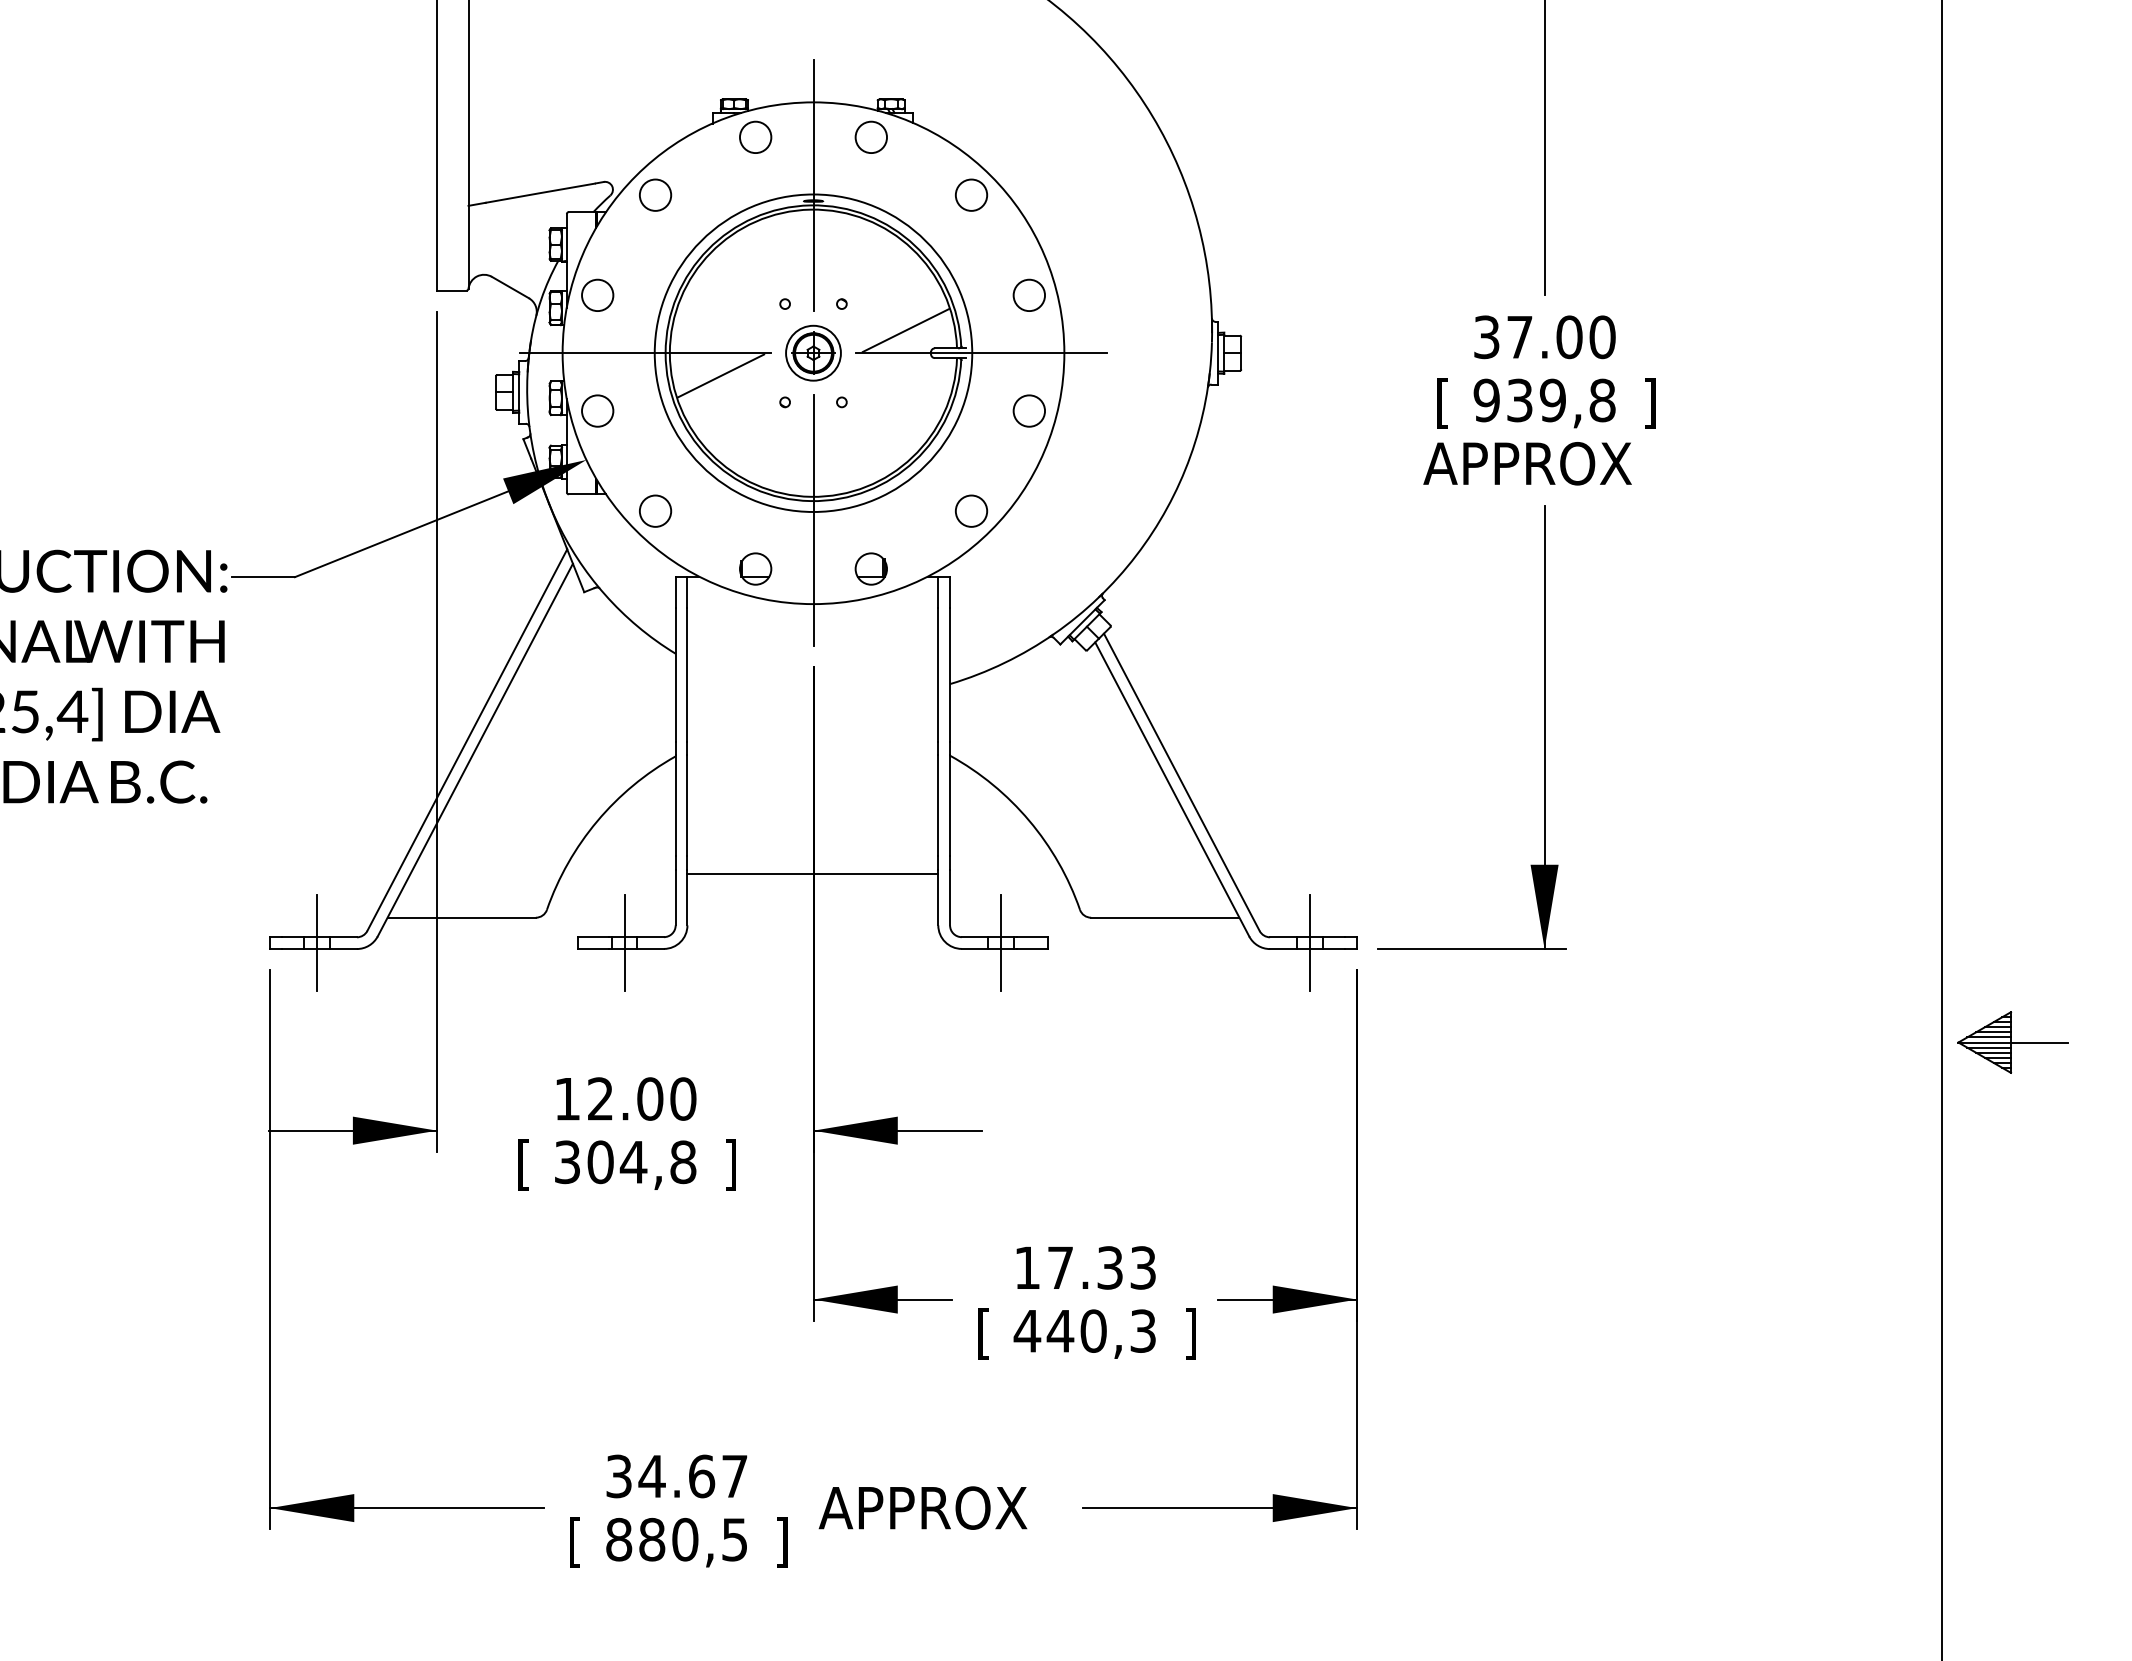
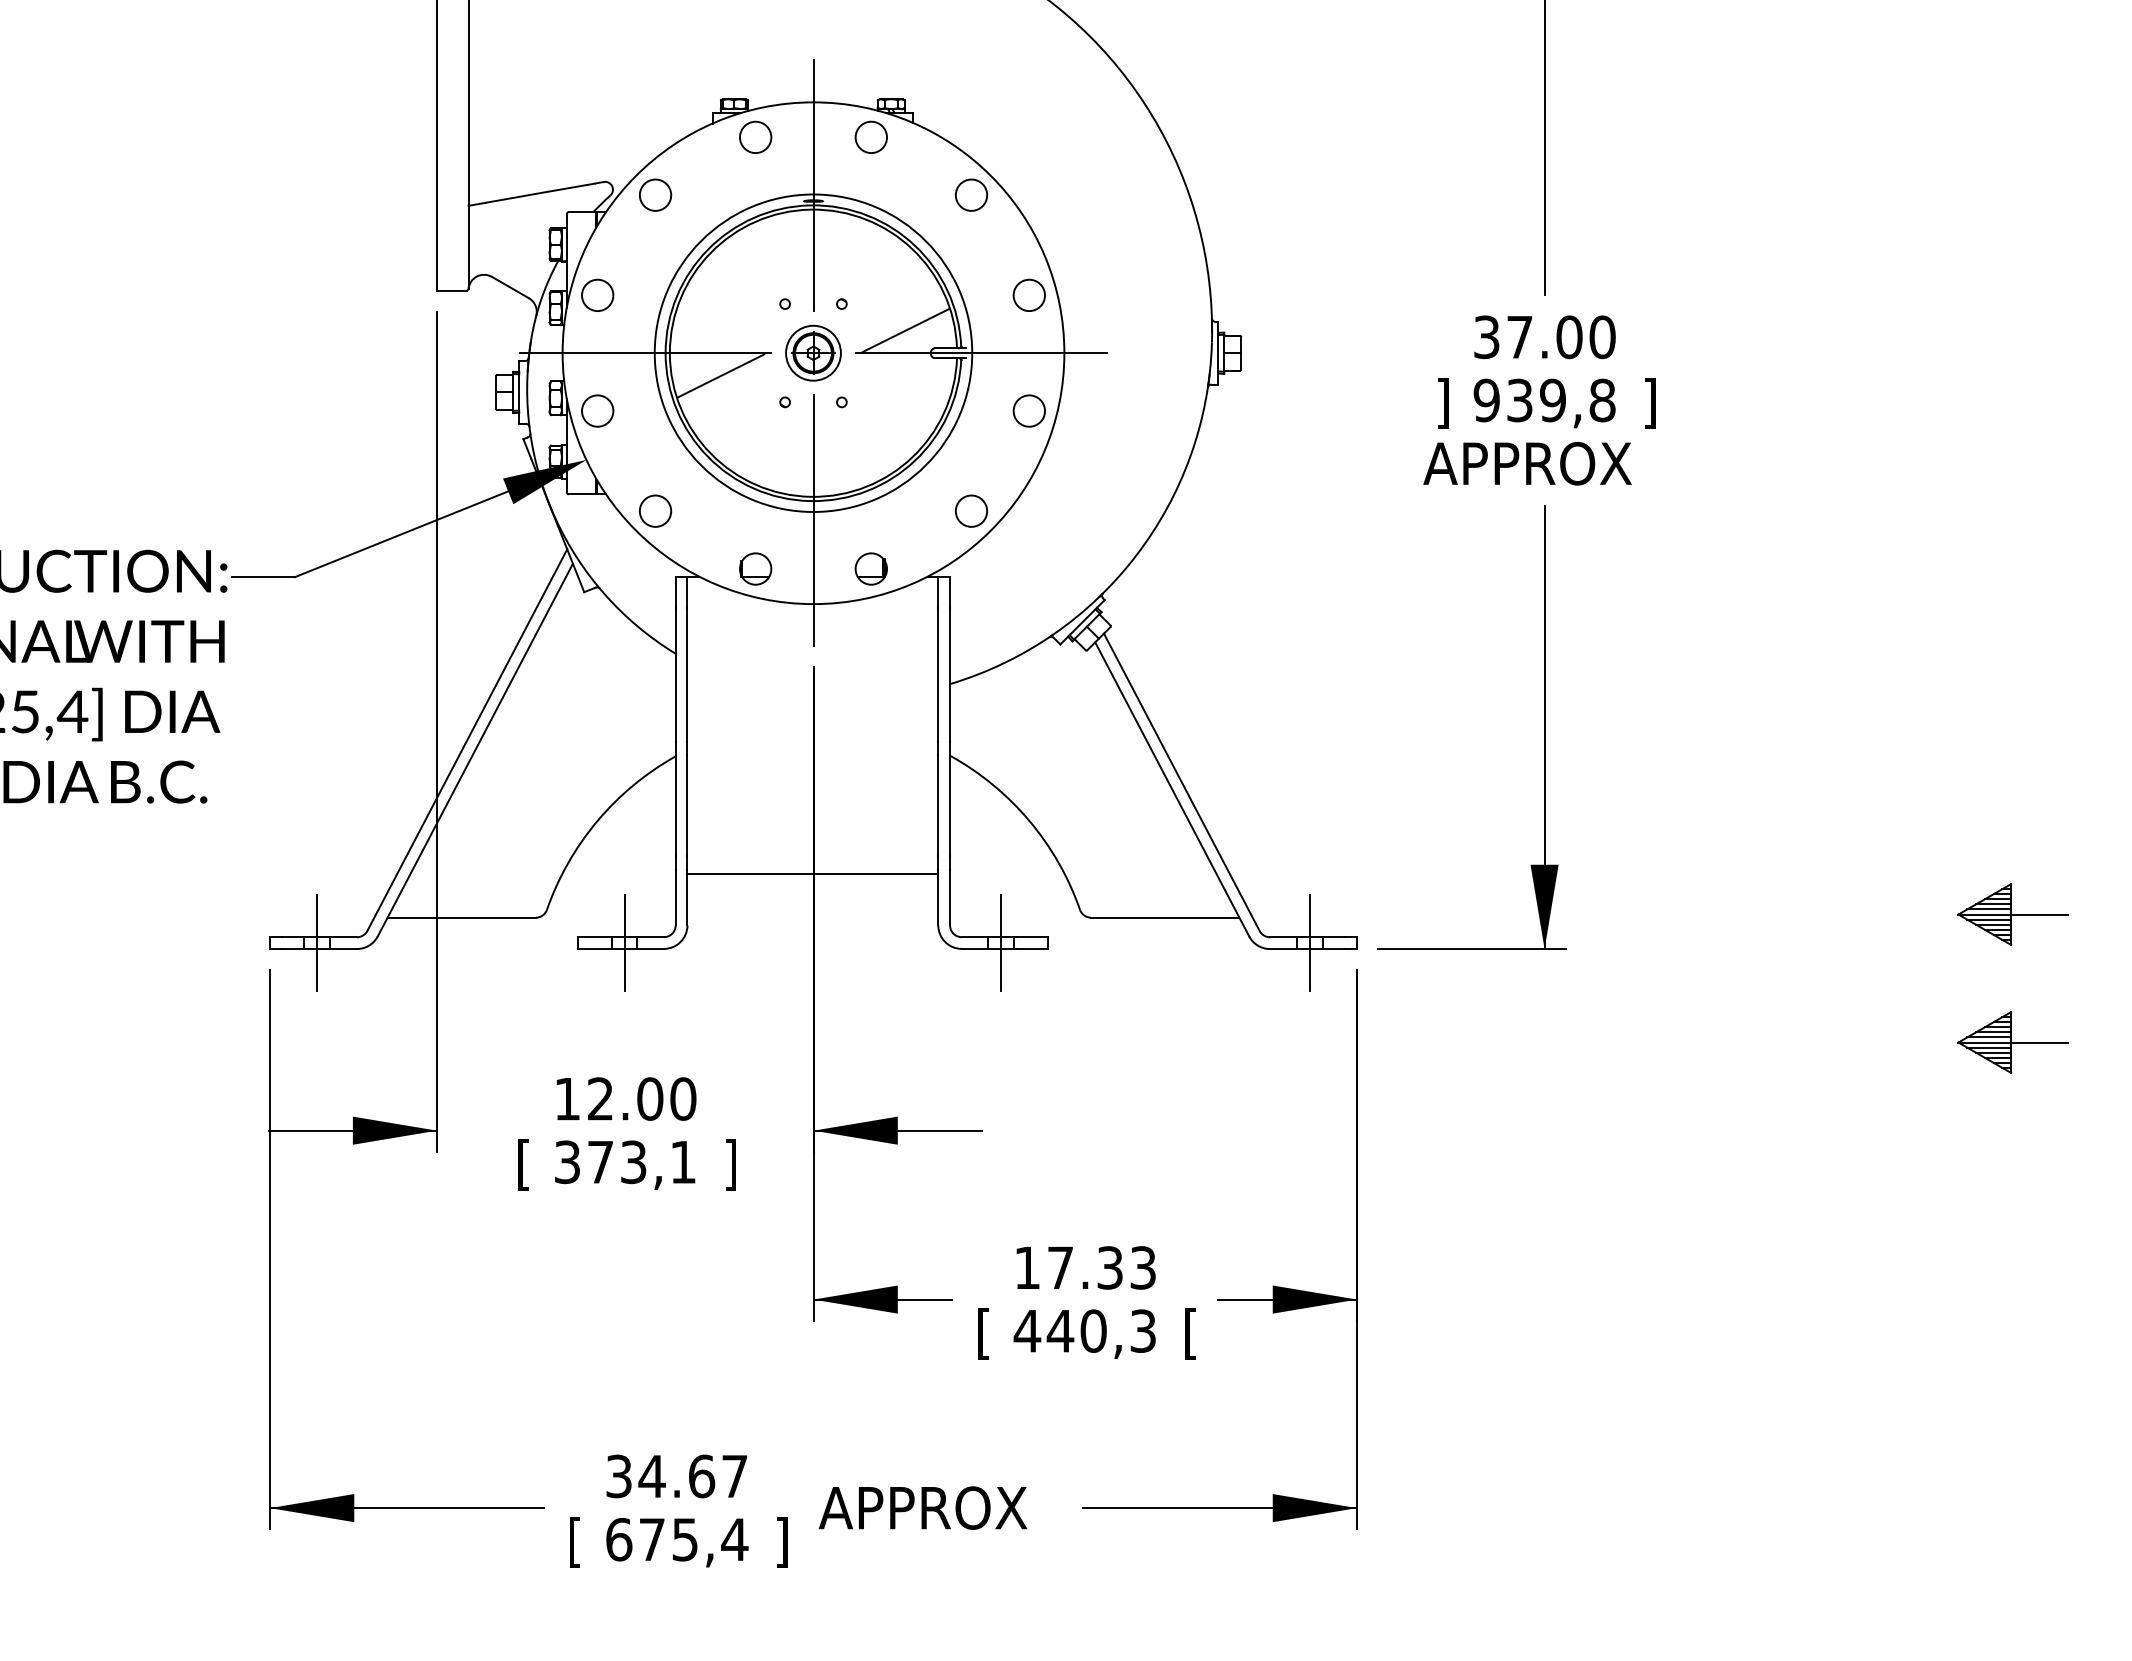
text at (1442, 403): [ -> ]
line at (1941, 829): present -> none
part at (2012, 914): none -> present
text at (641, 1162): 304,8 -> 373,1
text at (1190, 1333): ] -> [
text at (677, 1539): 880,5 -> 675,4
